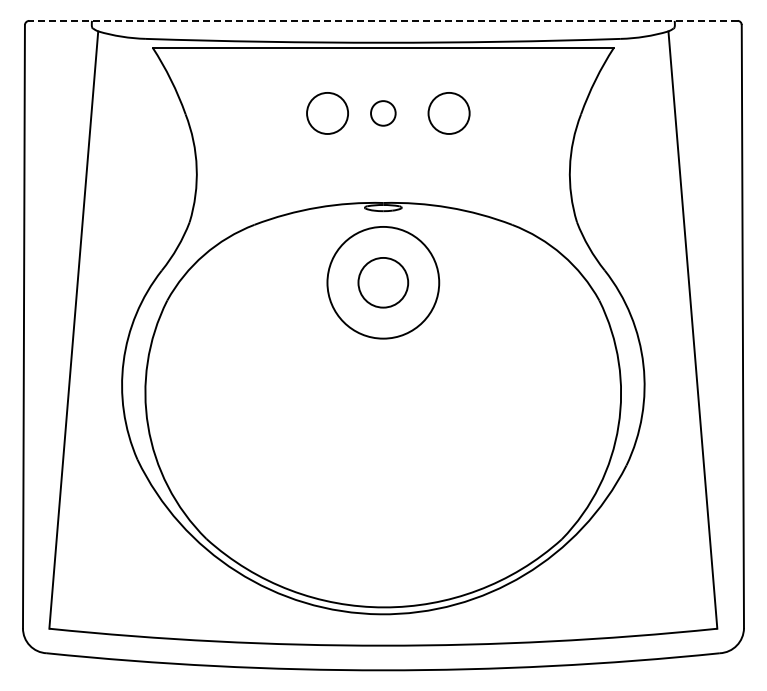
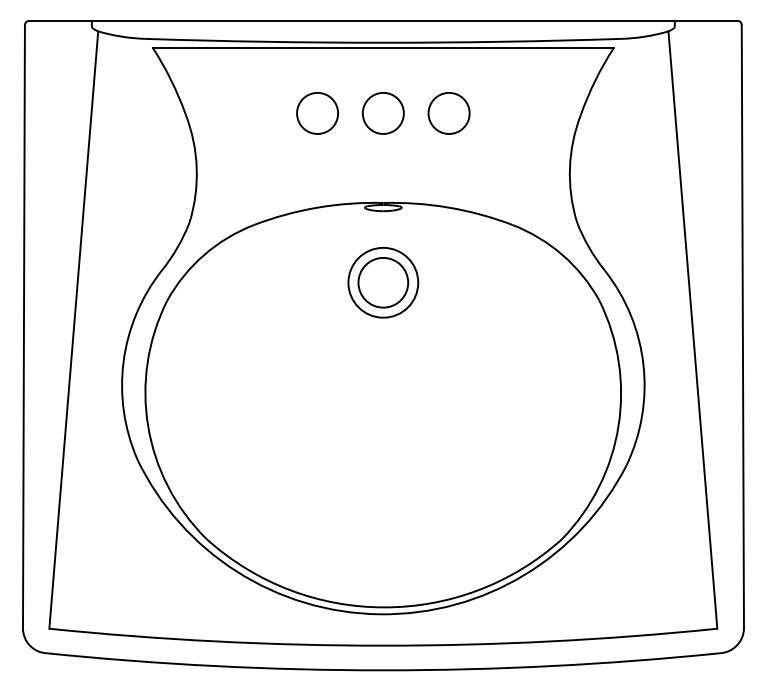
line at (382, 20): dashed -> solid
circle at (327, 113) position: (327, 113) -> (317, 113)
circle at (383, 113) diameter: 25 px -> 41 px
circle at (383, 282) diameter: 112 px -> 70 px
